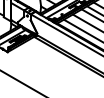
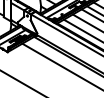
line at (61, 65): none -> present
